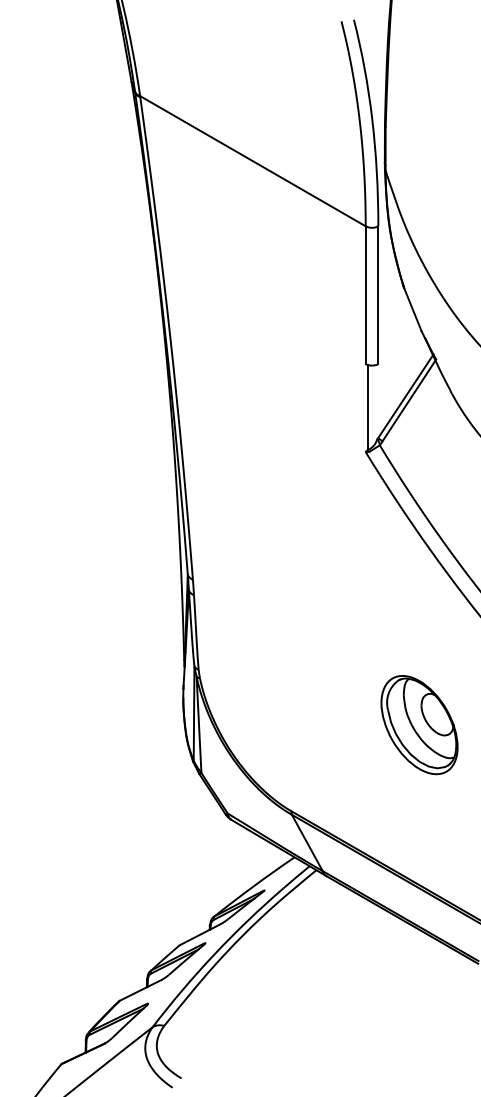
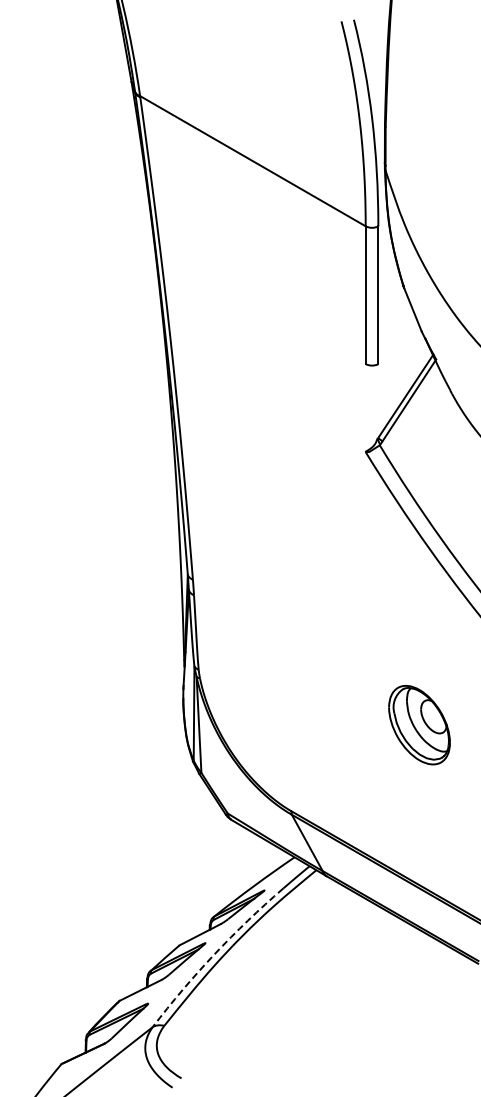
line at (368, 407): present -> none
part at (419, 725) size: 79x101 px -> 63x81 px
arc at (214, 954): solid -> dashed
